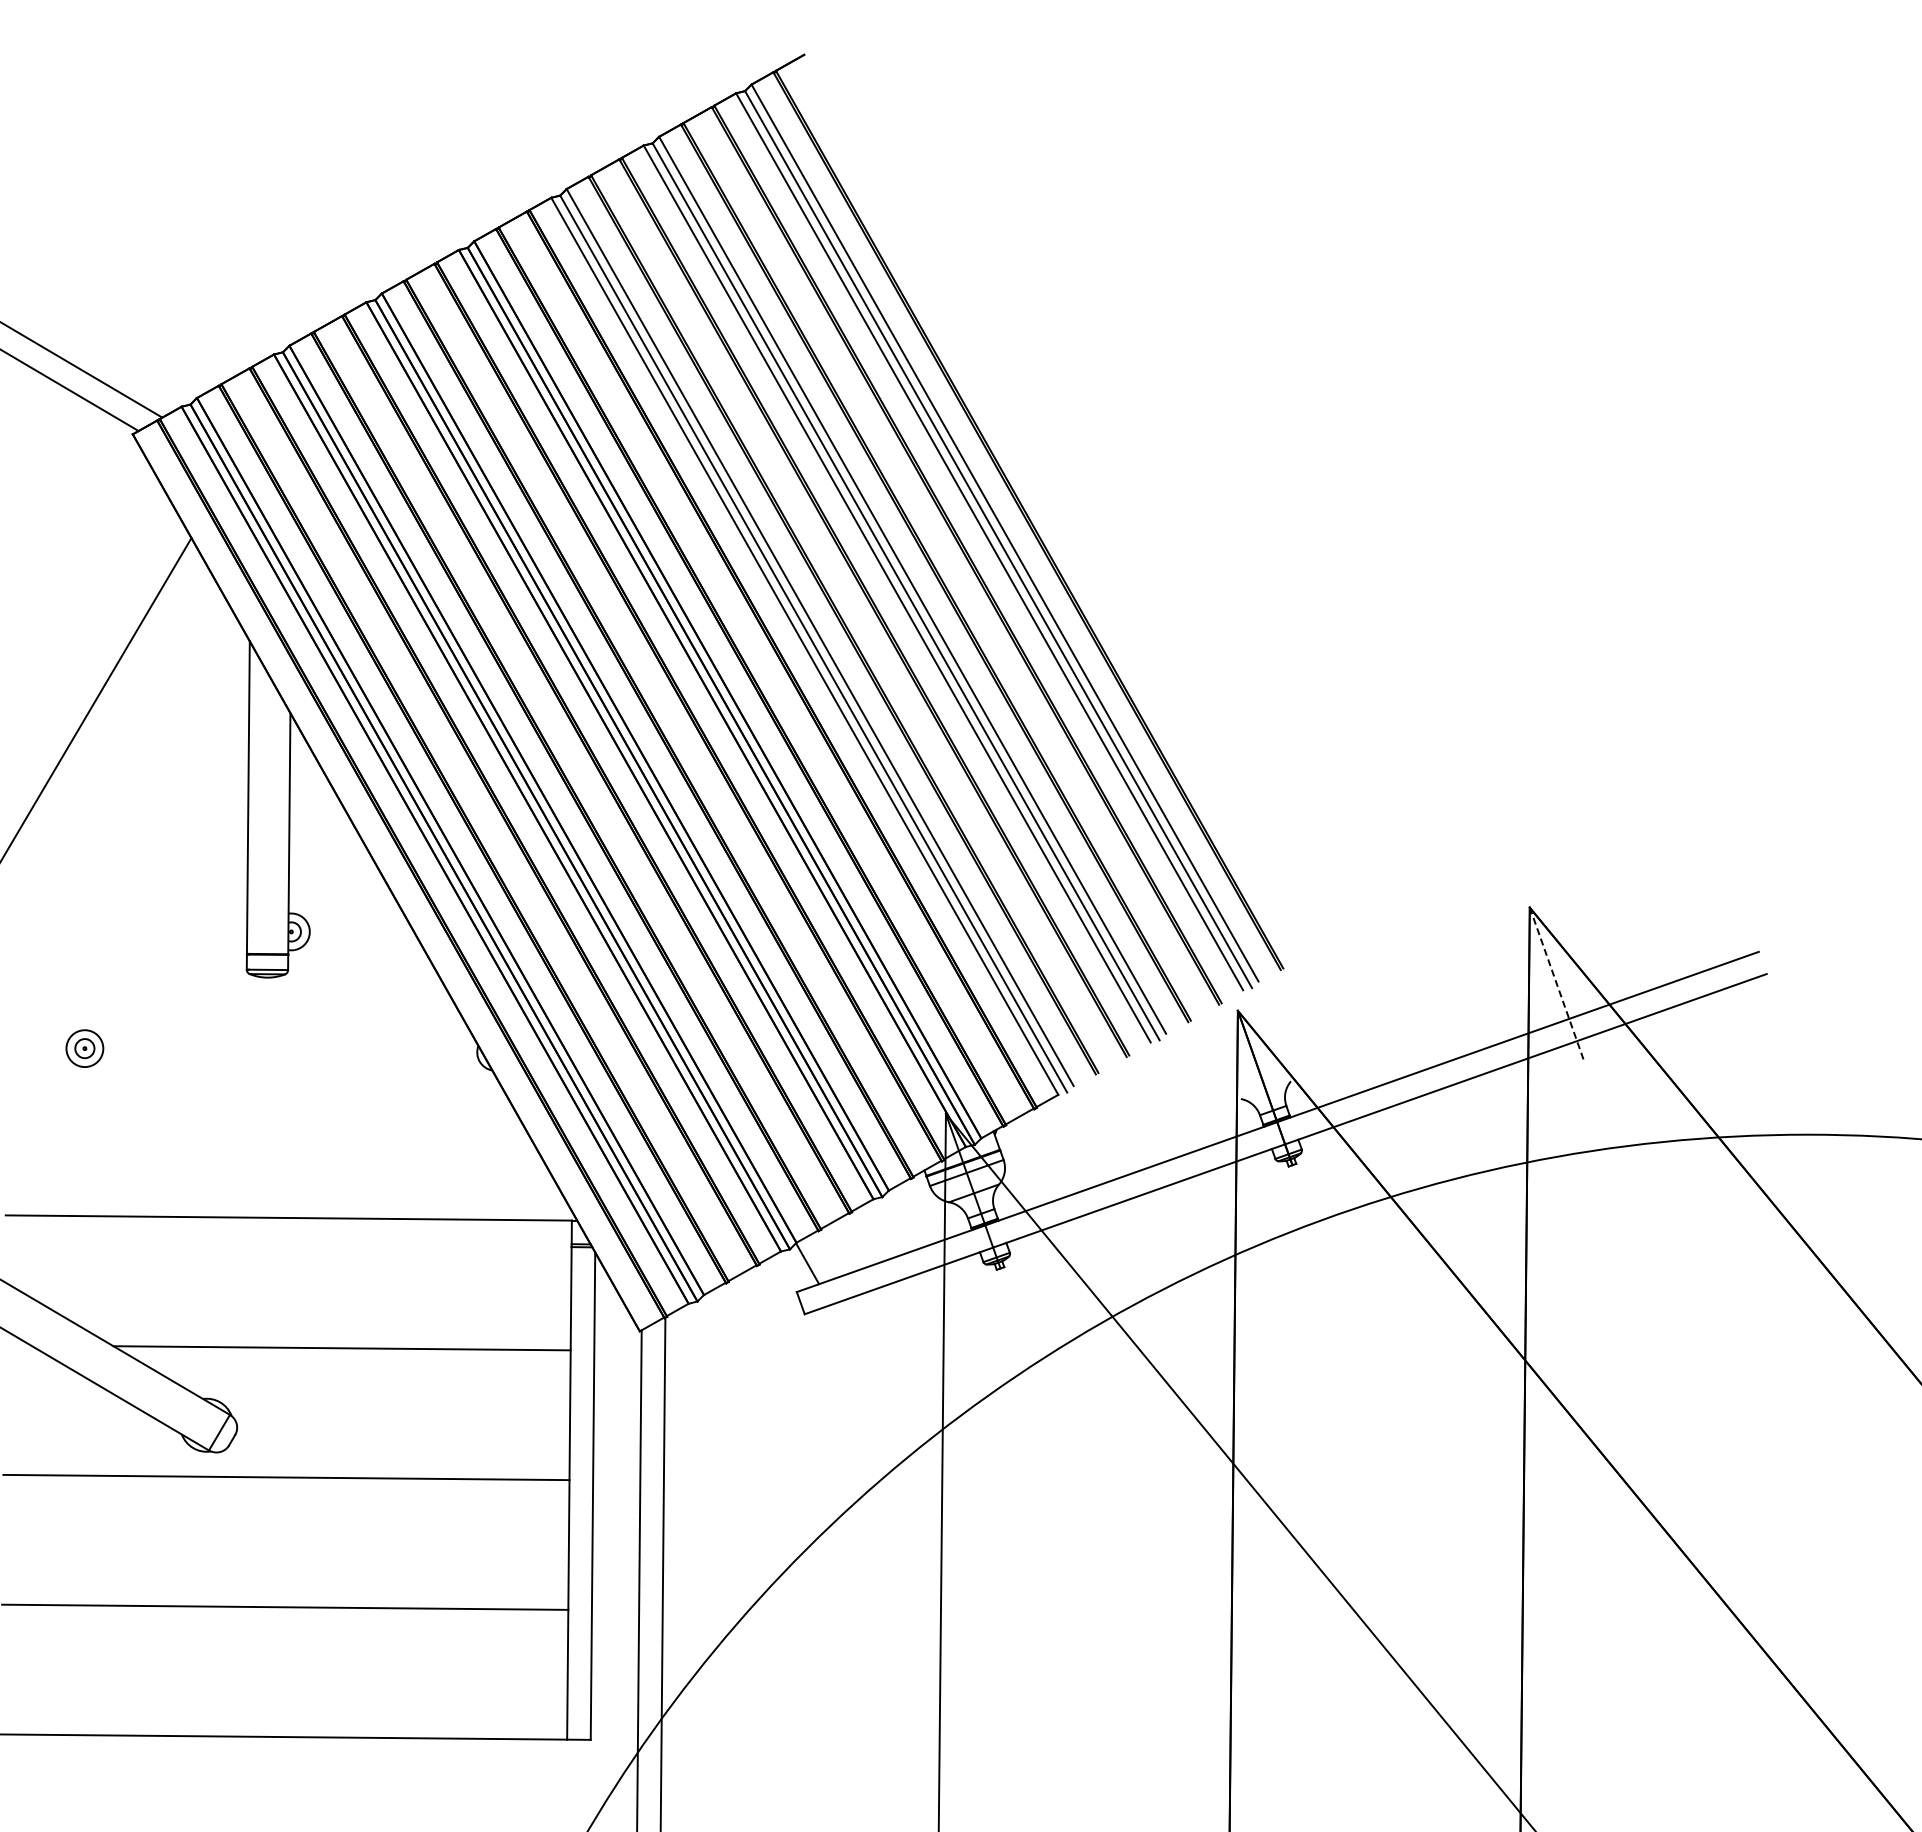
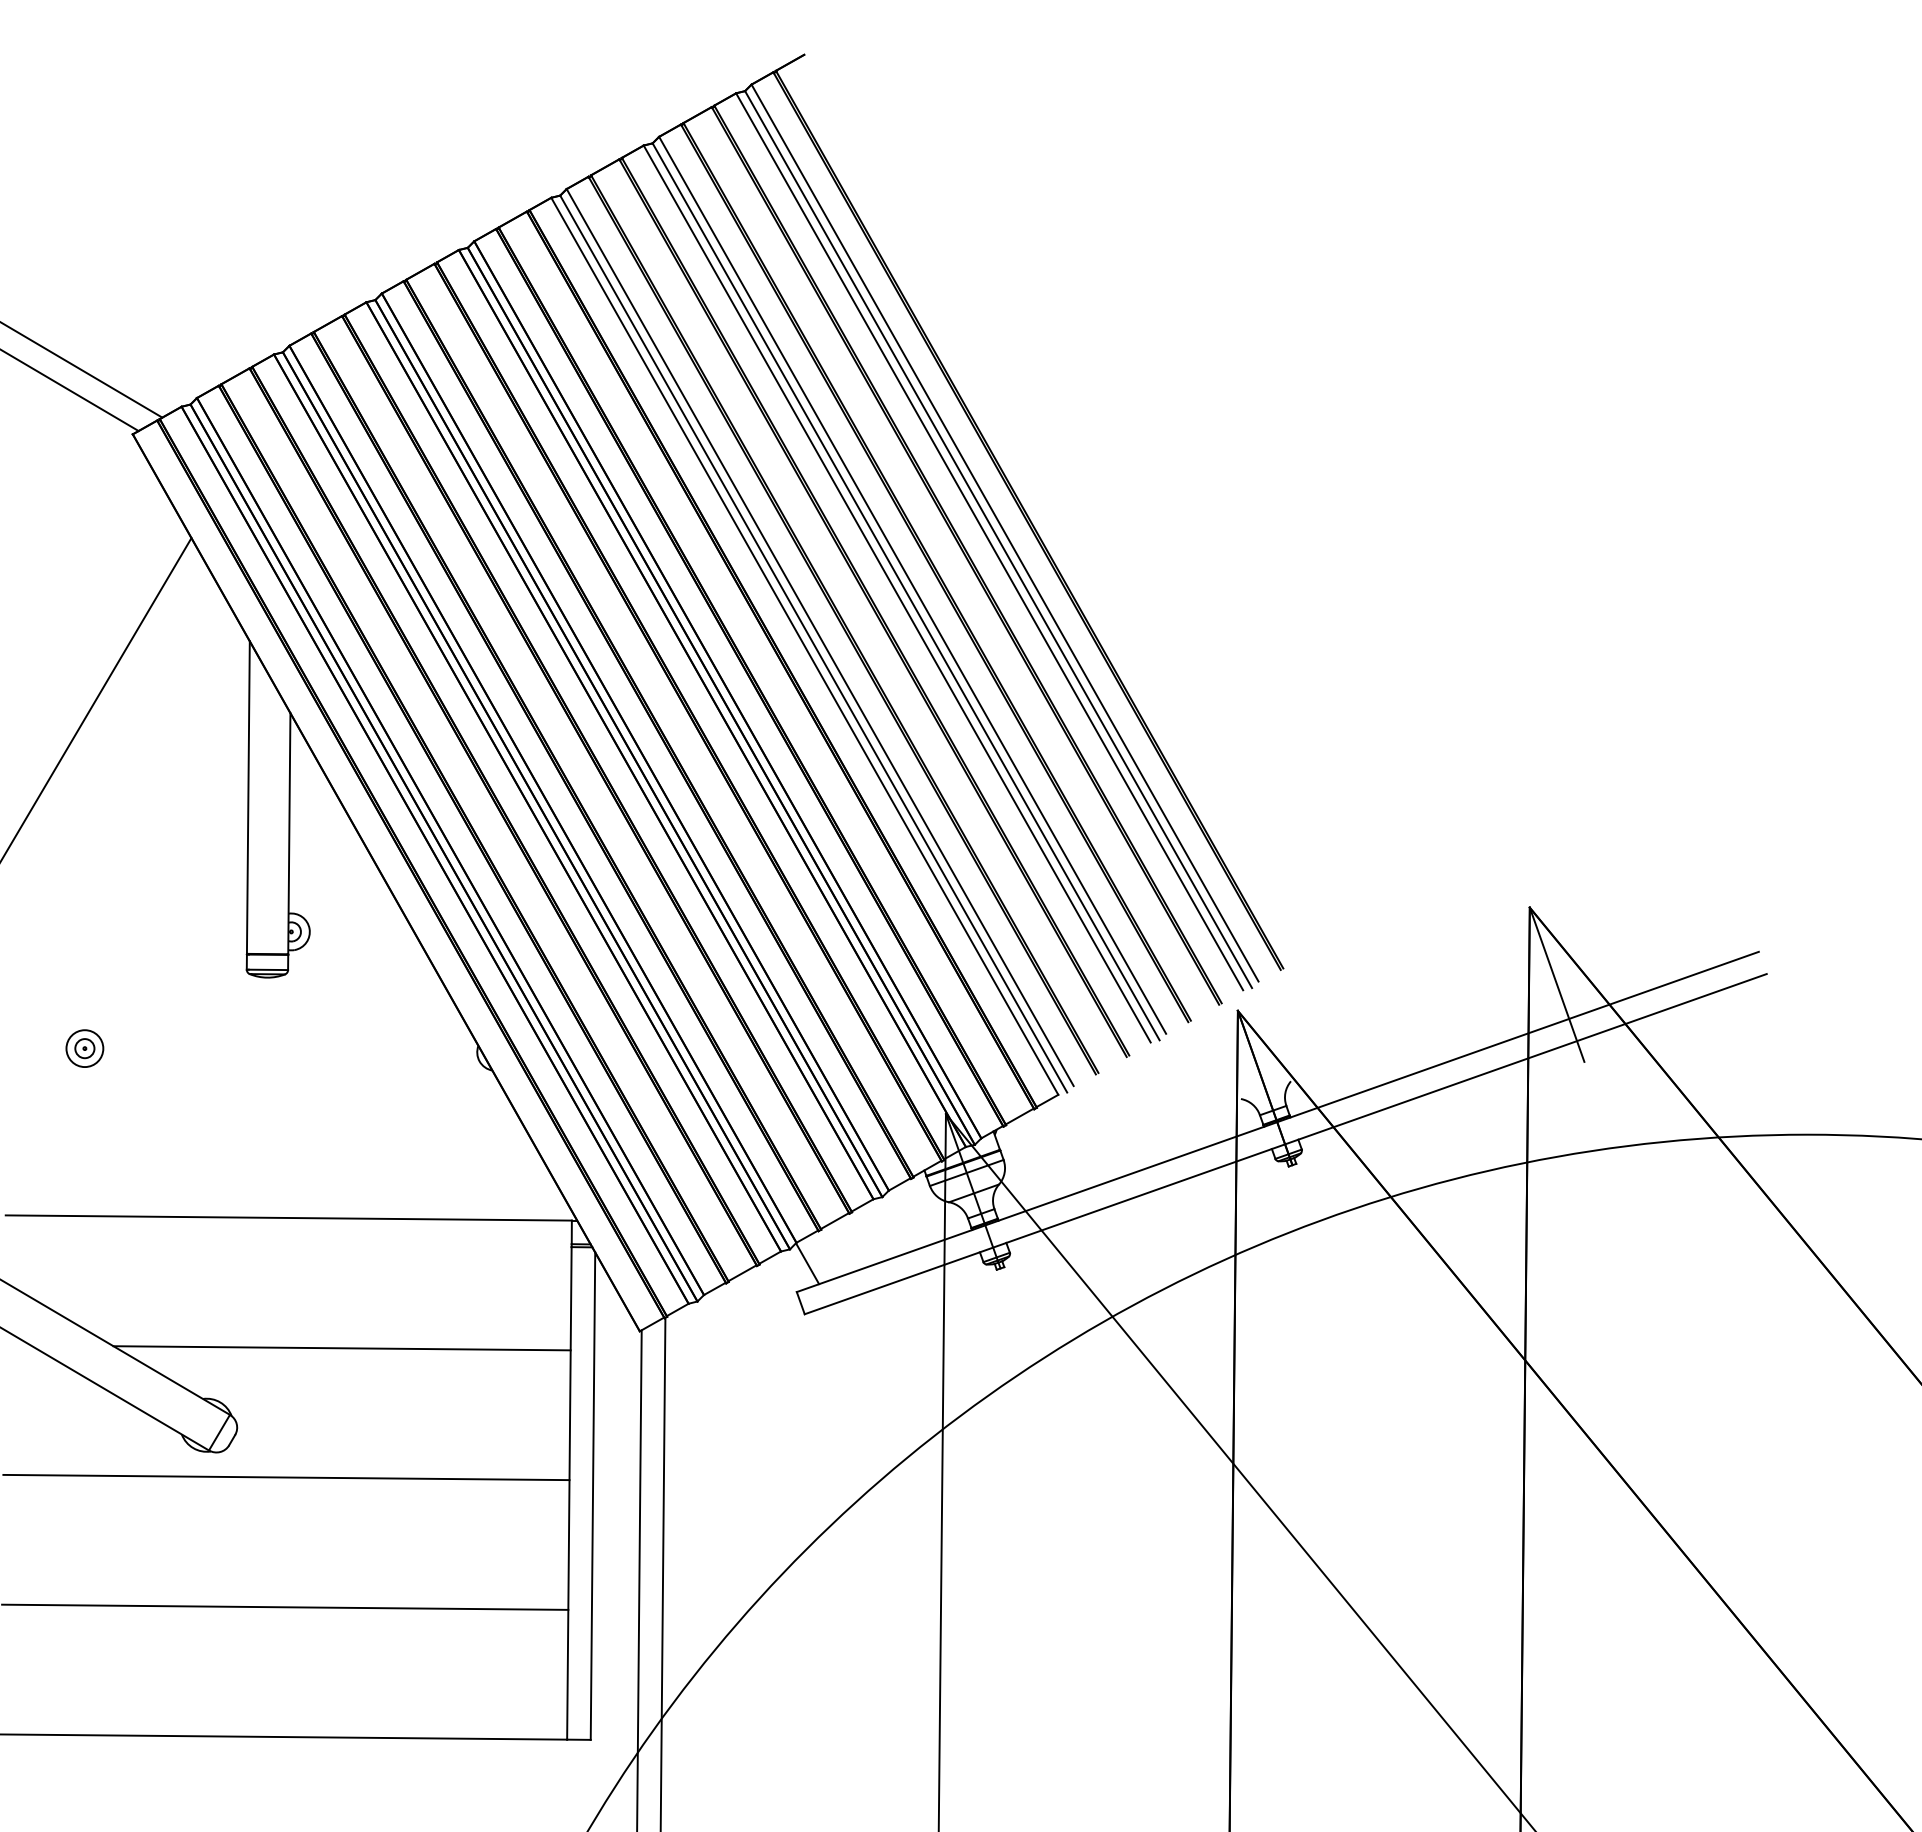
line at (1557, 984): dashed -> solid
